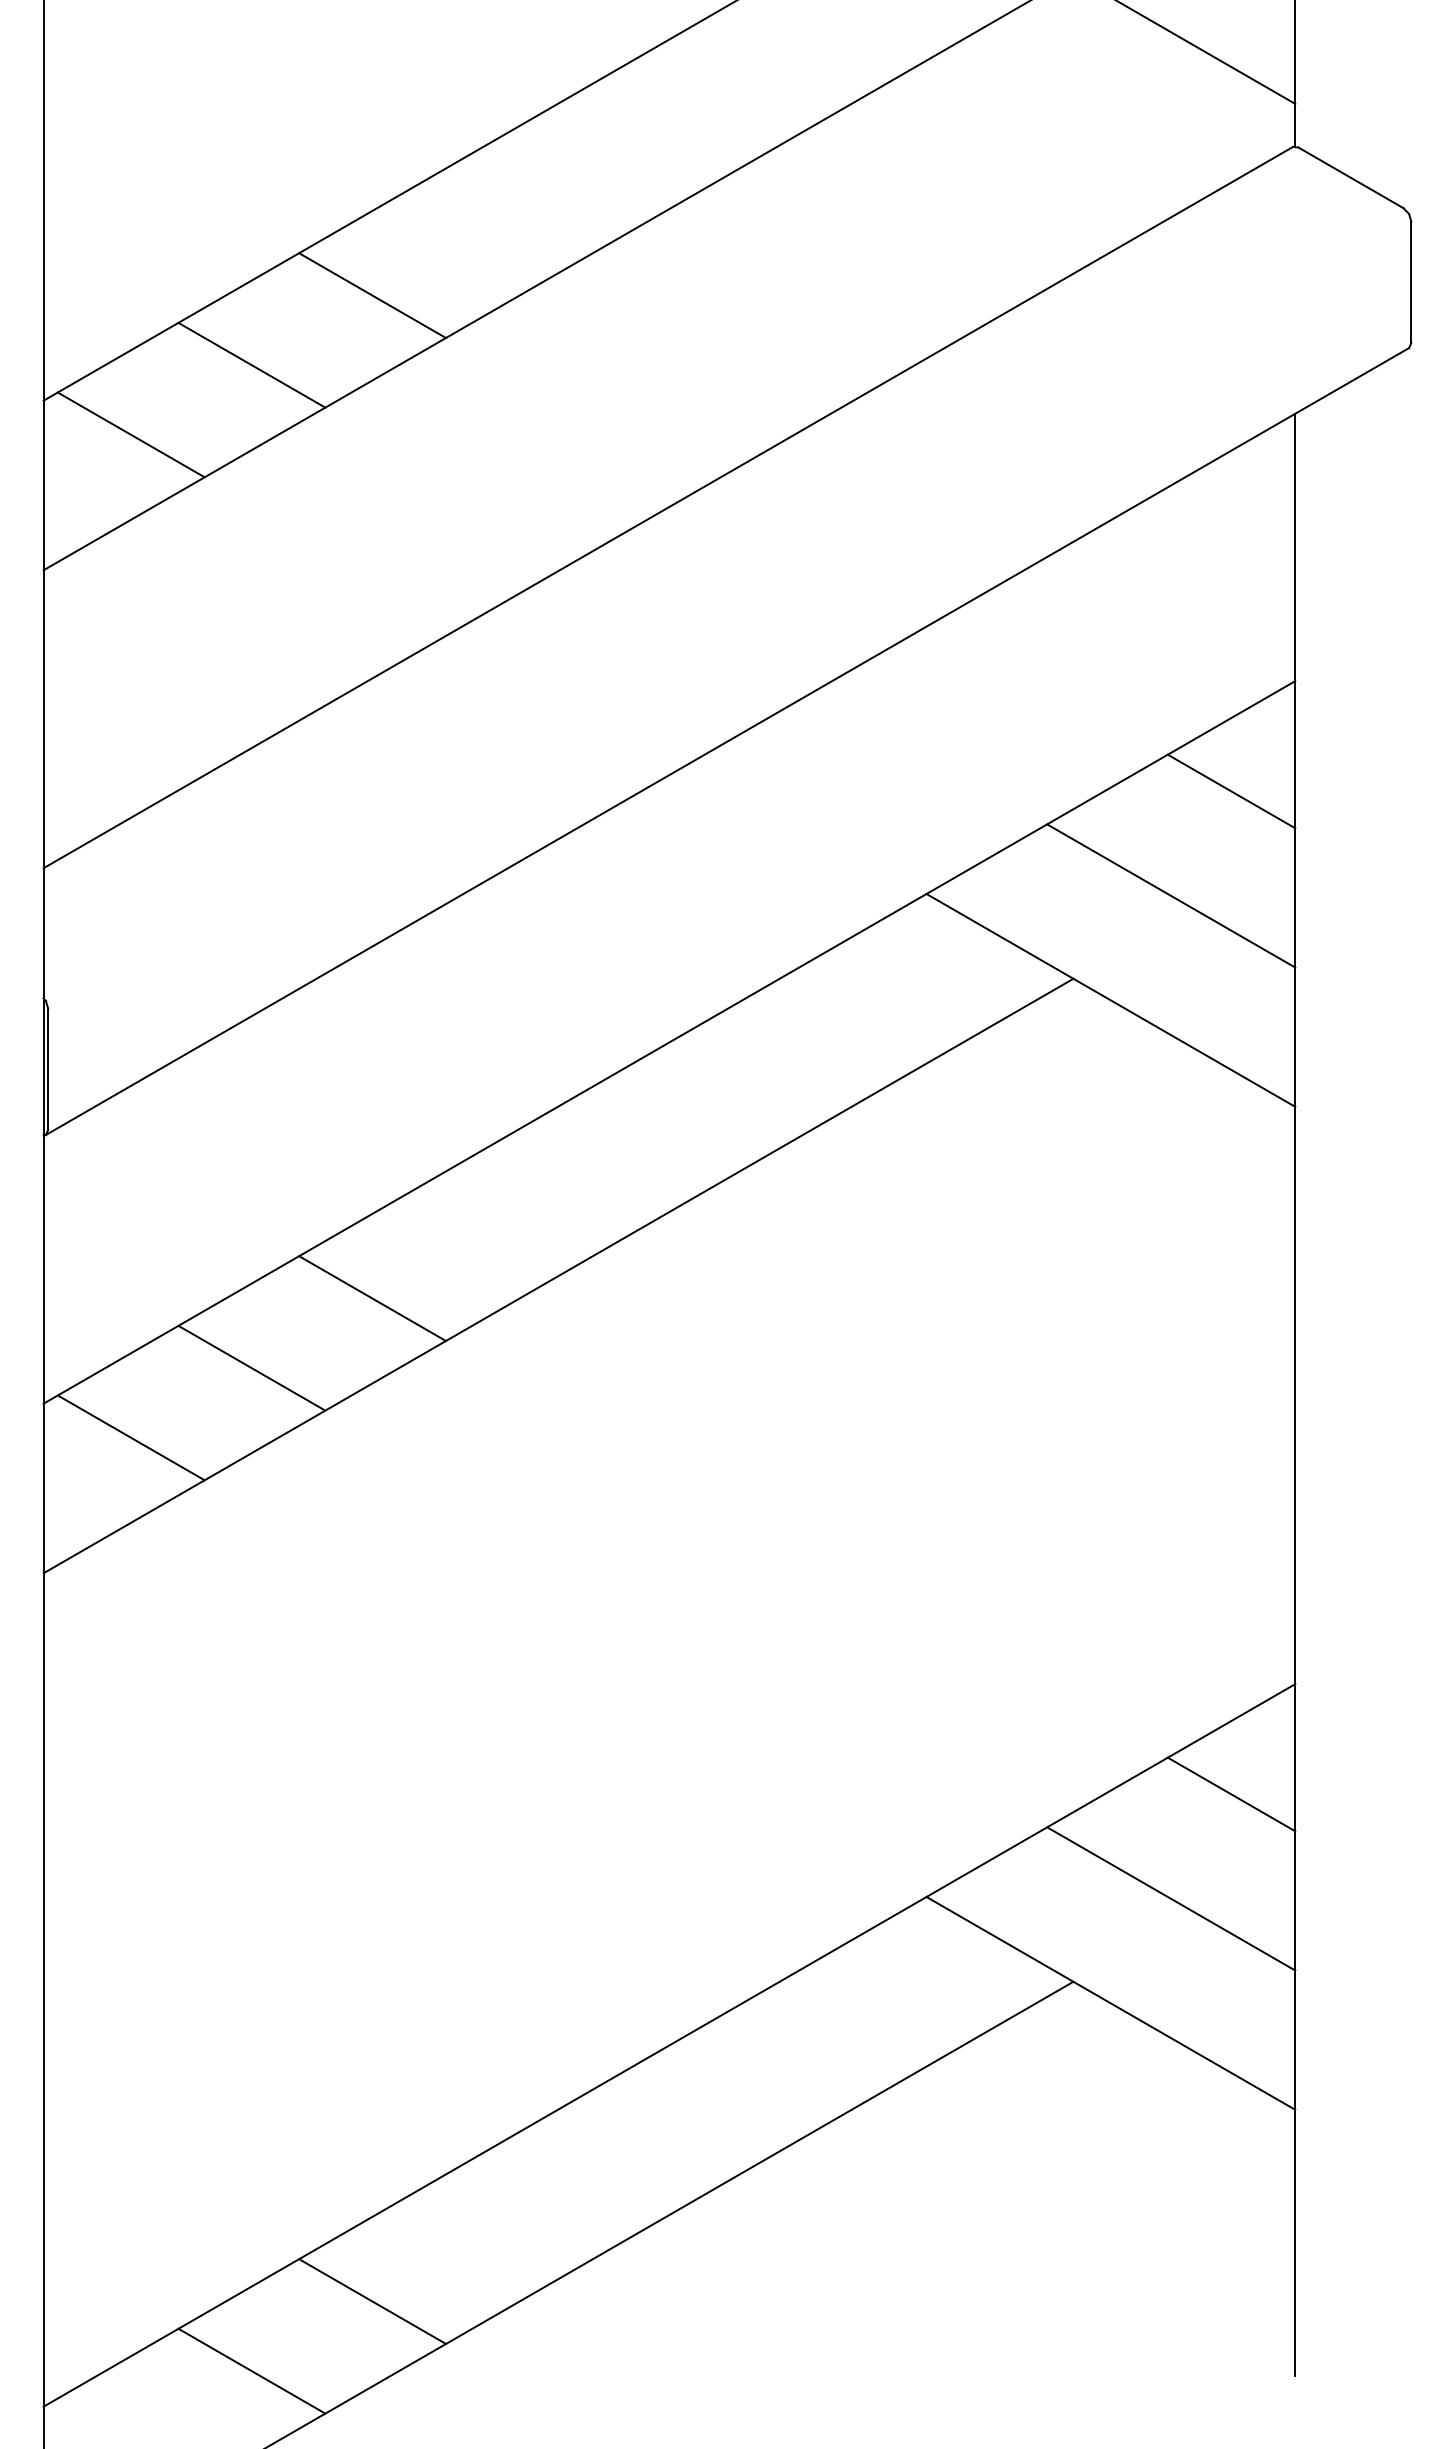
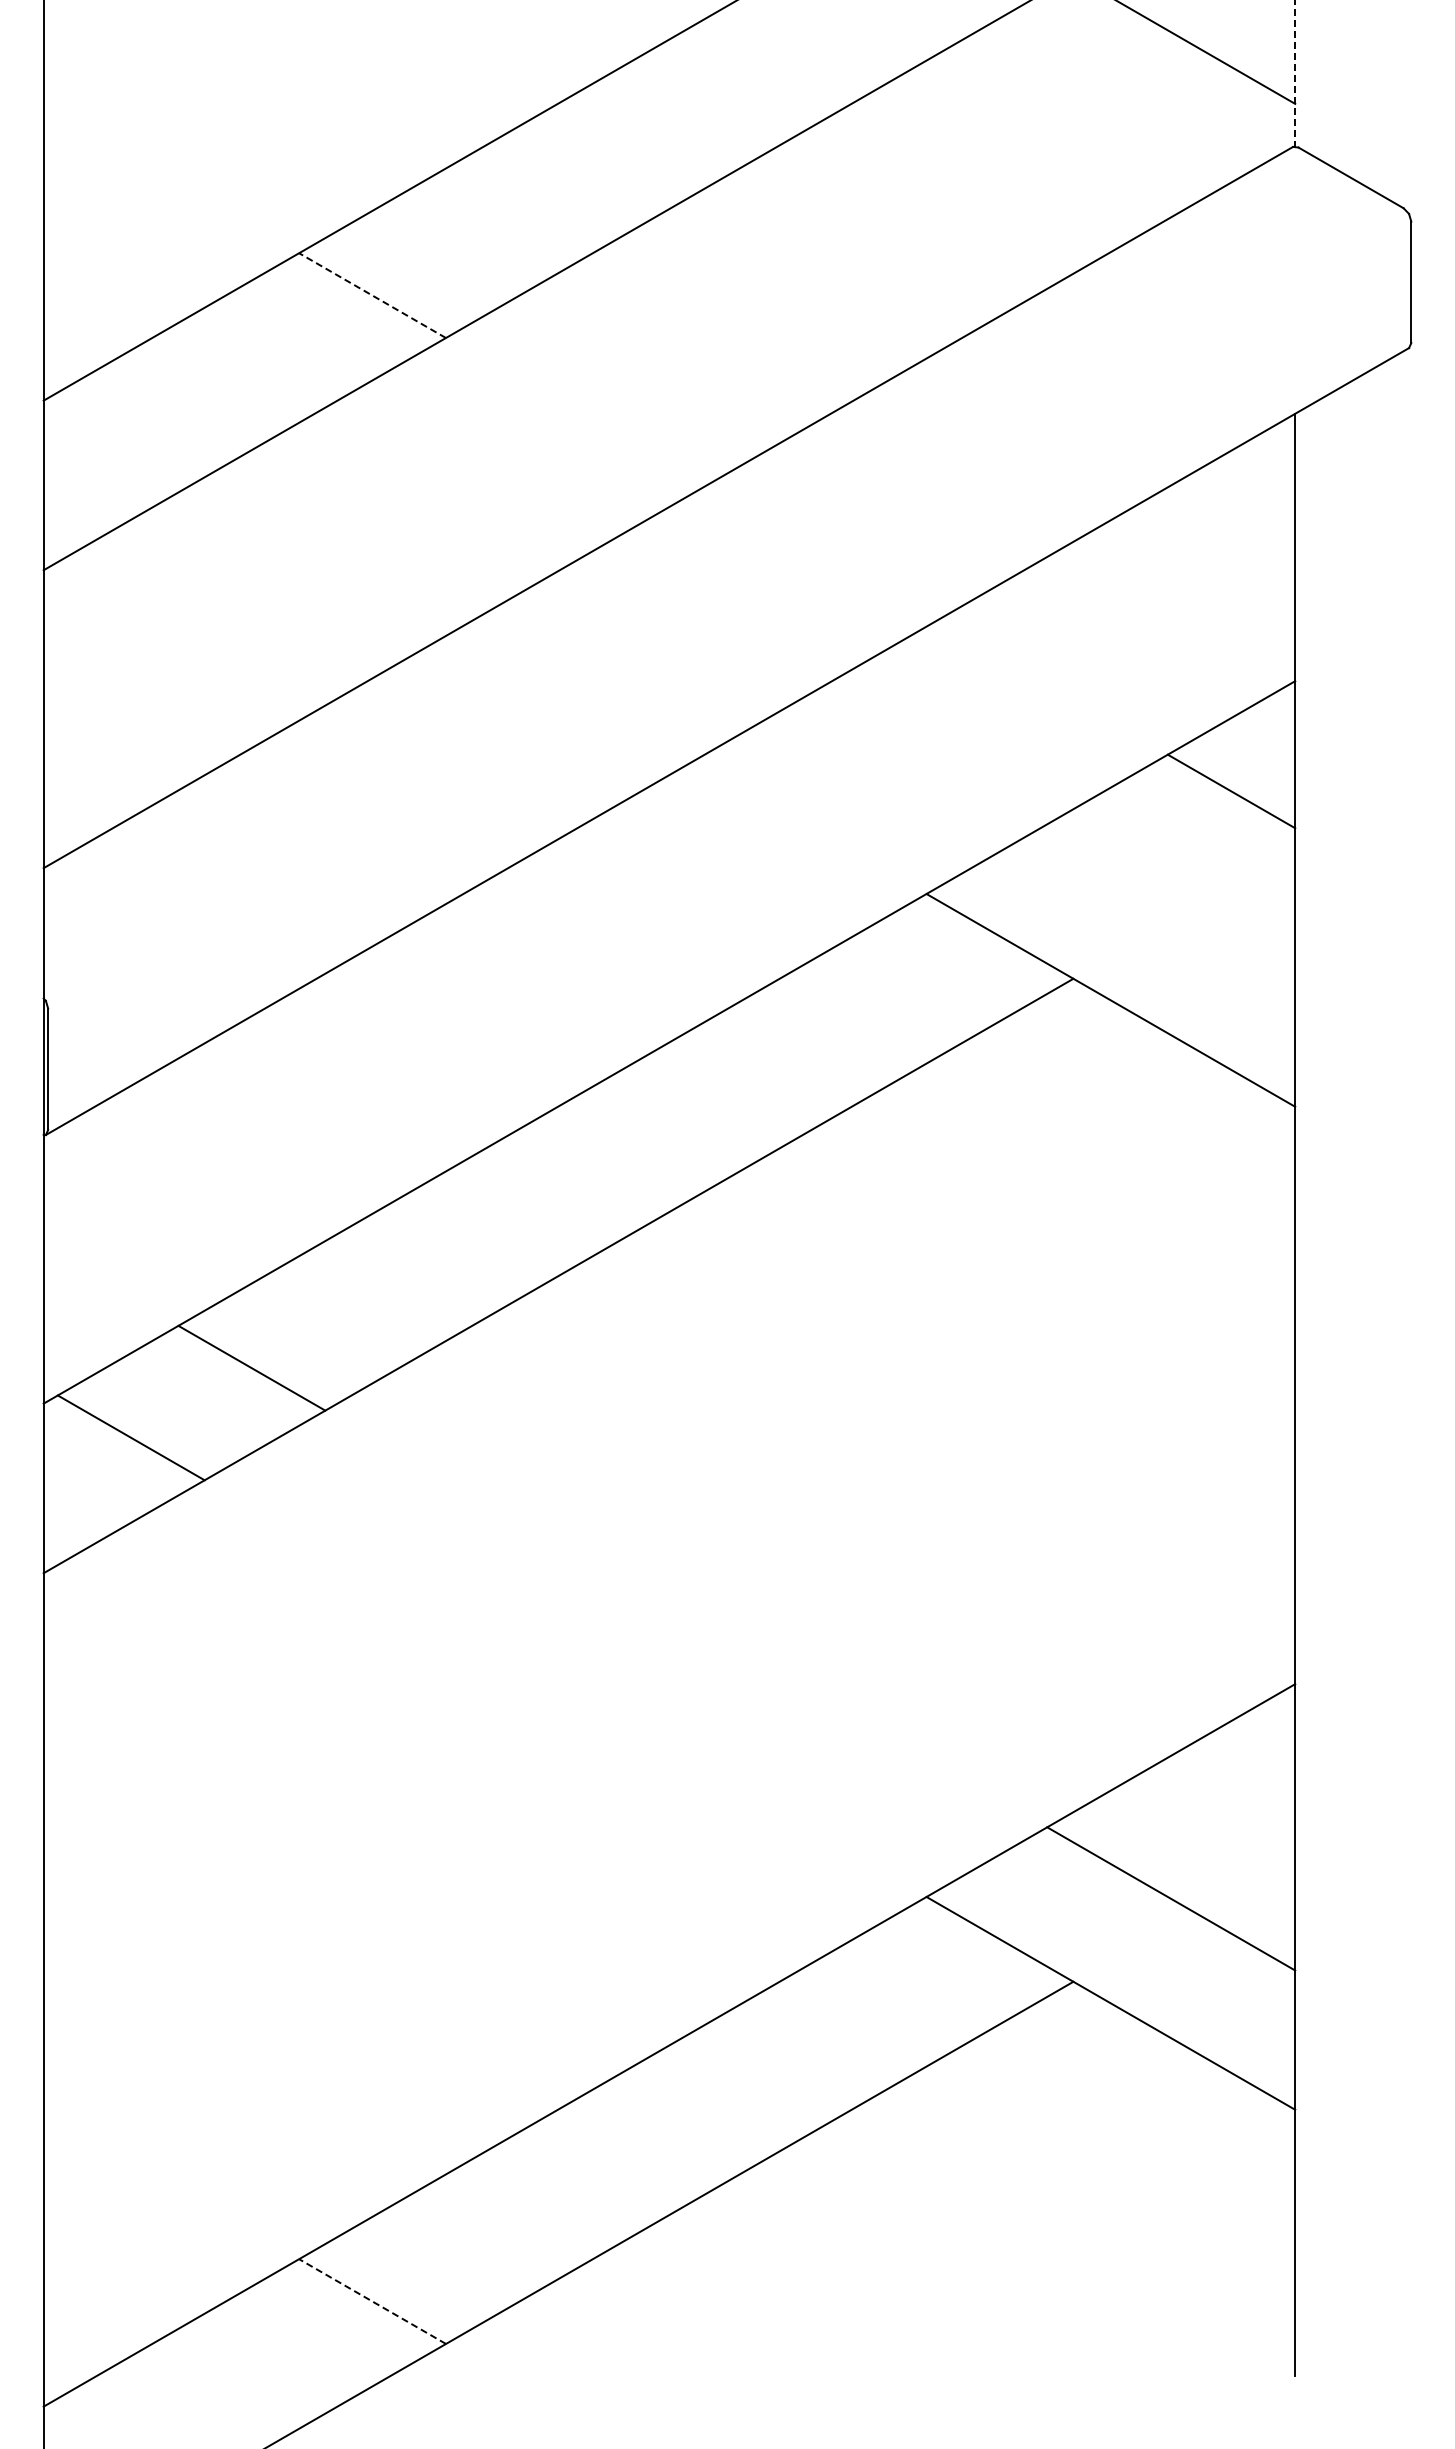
line at (1295, 74): solid -> dashed
line at (372, 295): solid -> dashed
line at (251, 364): present -> none
line at (130, 434): present -> none
line at (1171, 895): present -> none
line at (372, 1298): present -> none
line at (1231, 1794): present -> none
line at (372, 2301): solid -> dashed
line at (251, 2370): present -> none
